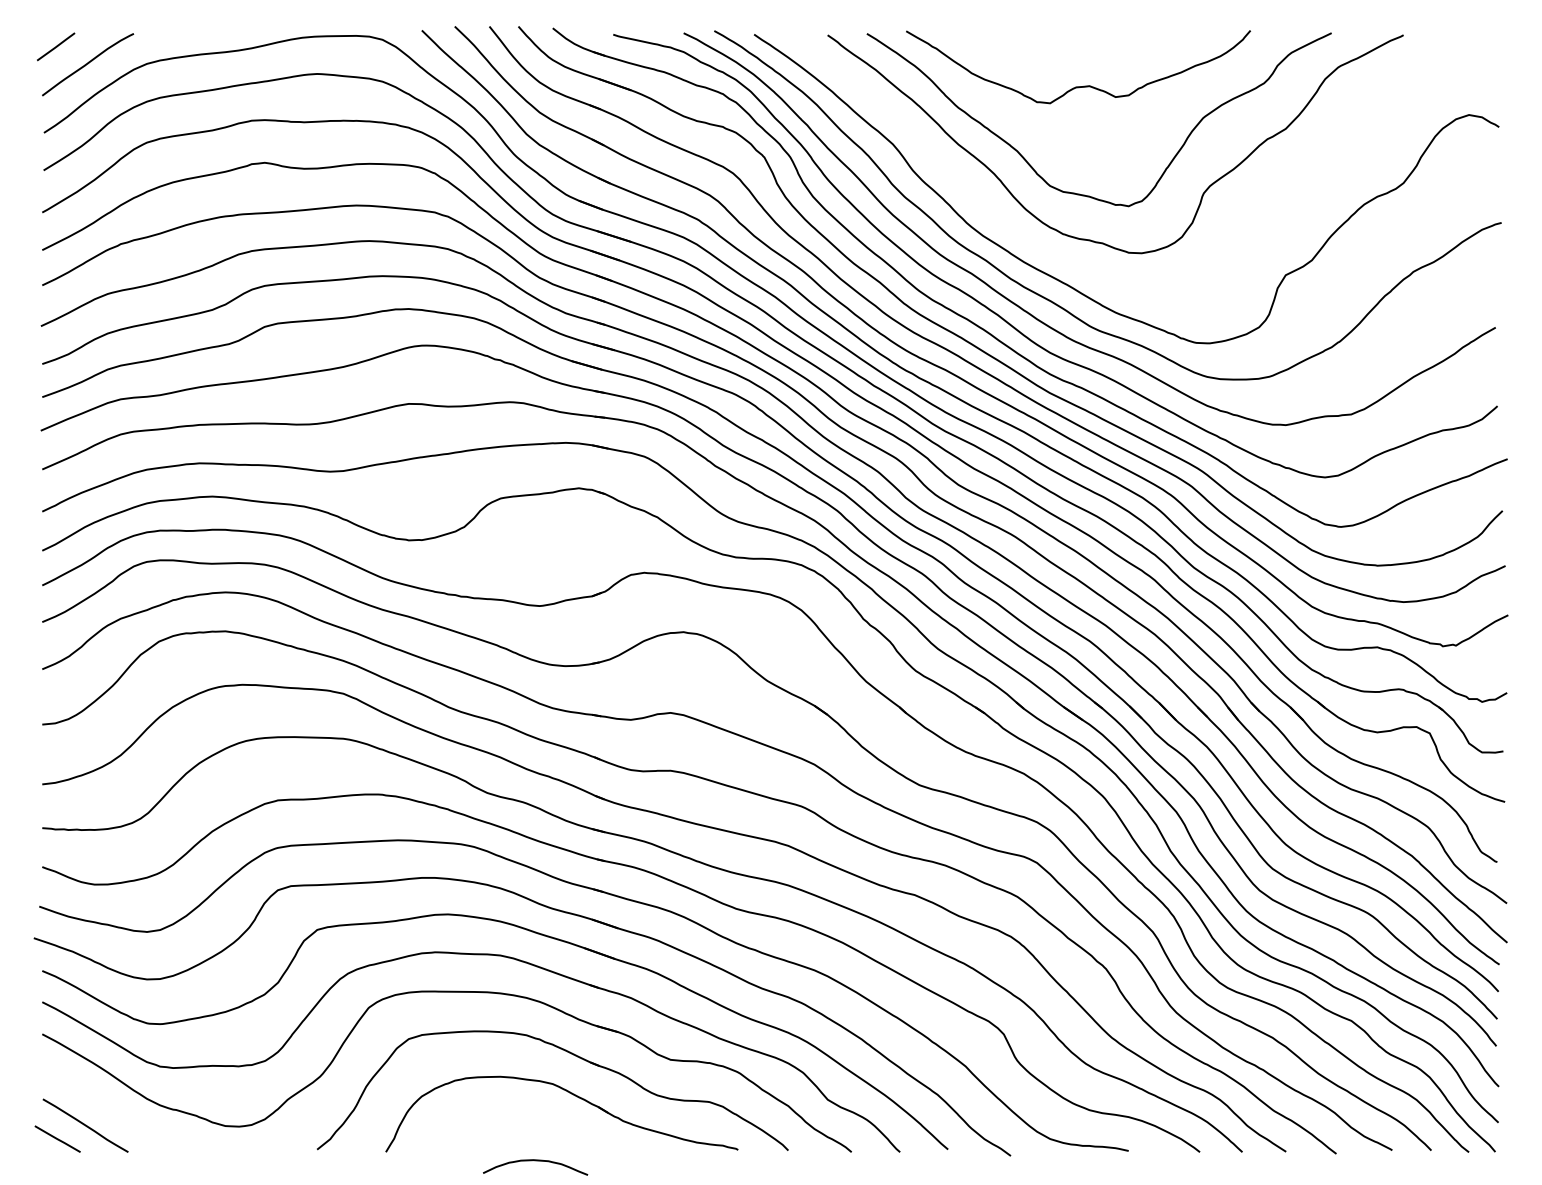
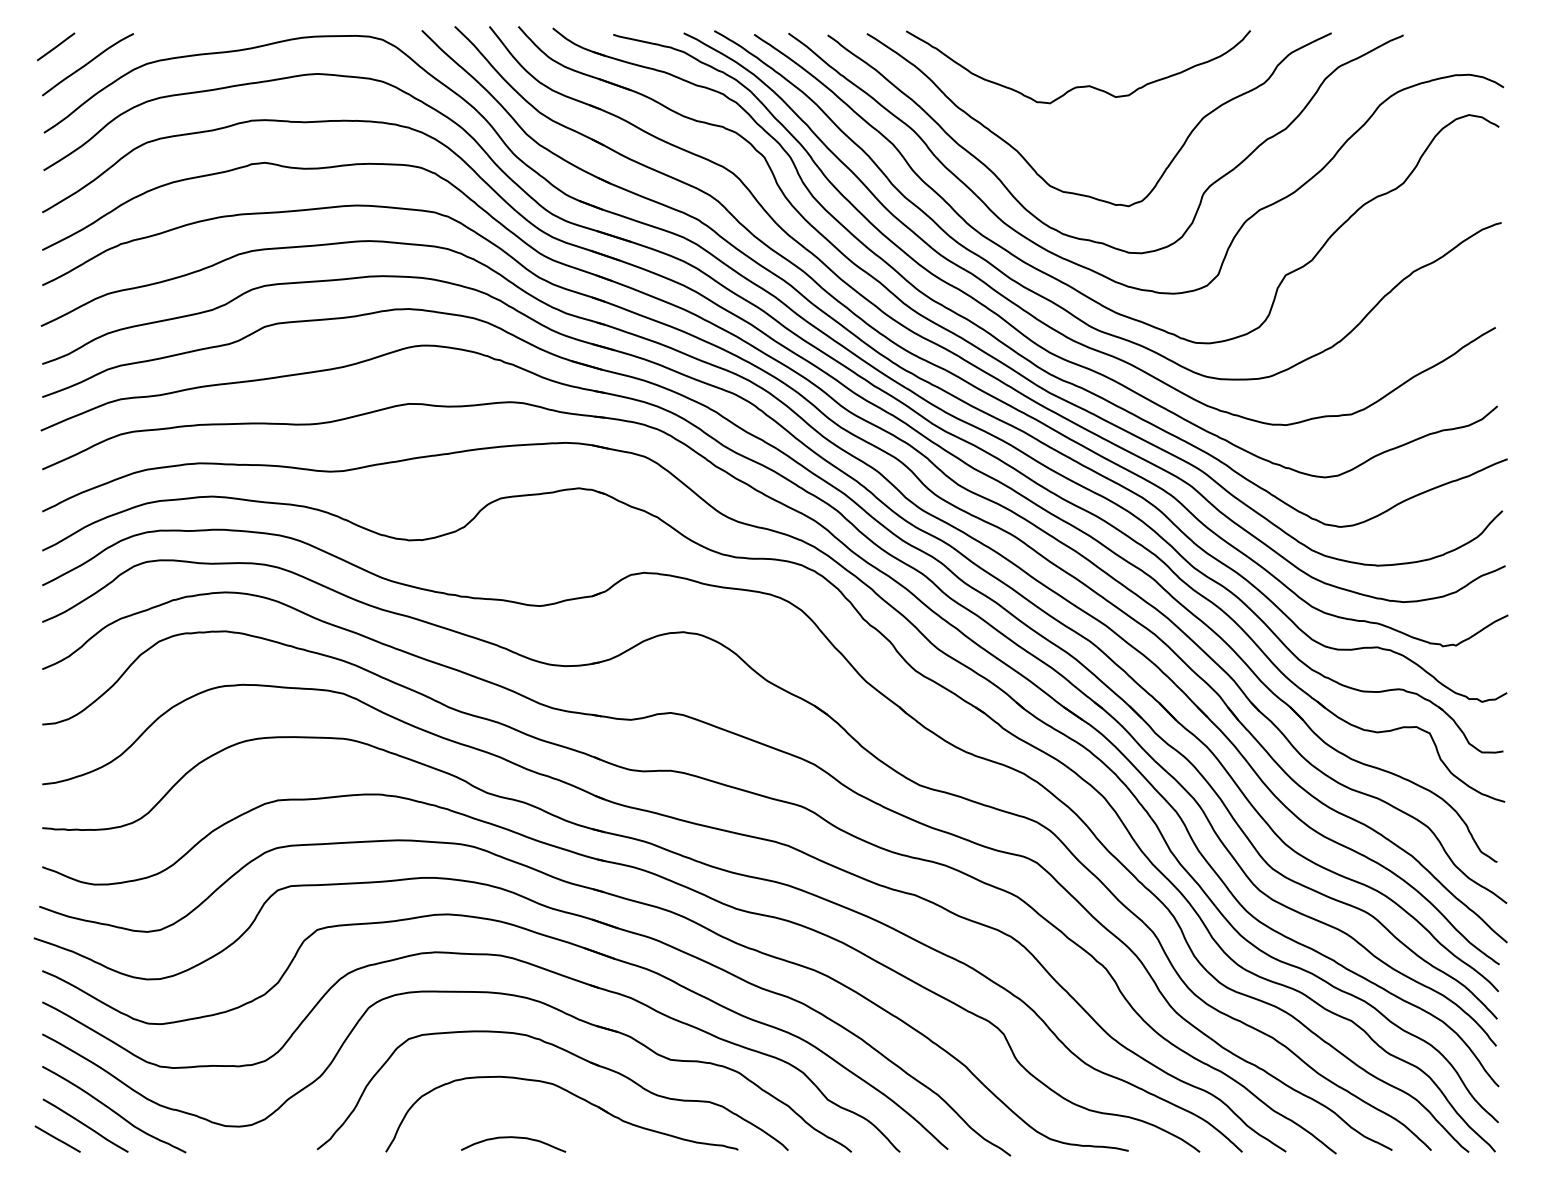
curve at (1237, 230): none -> present
curve at (114, 1110): none -> present
curve at (535, 1161) position: (535, 1161) -> (513, 1138)
